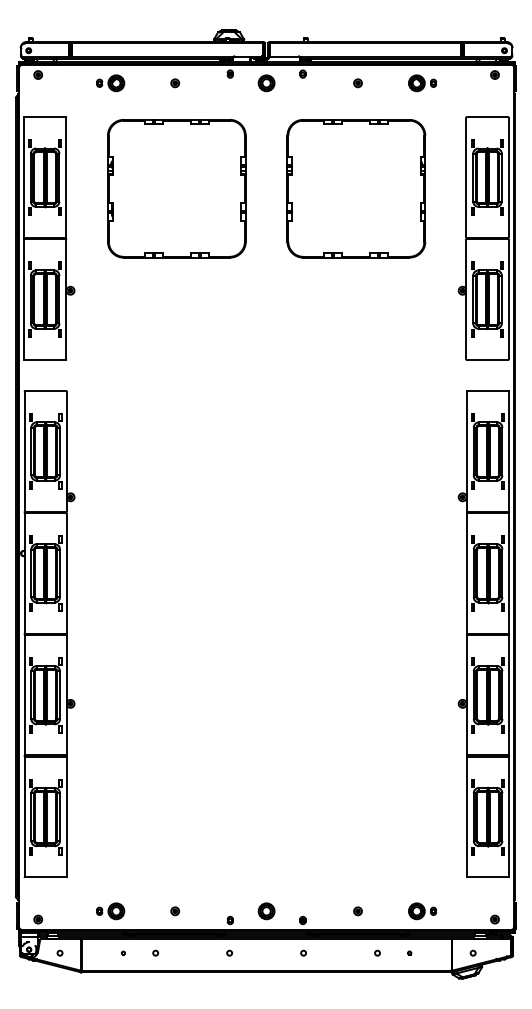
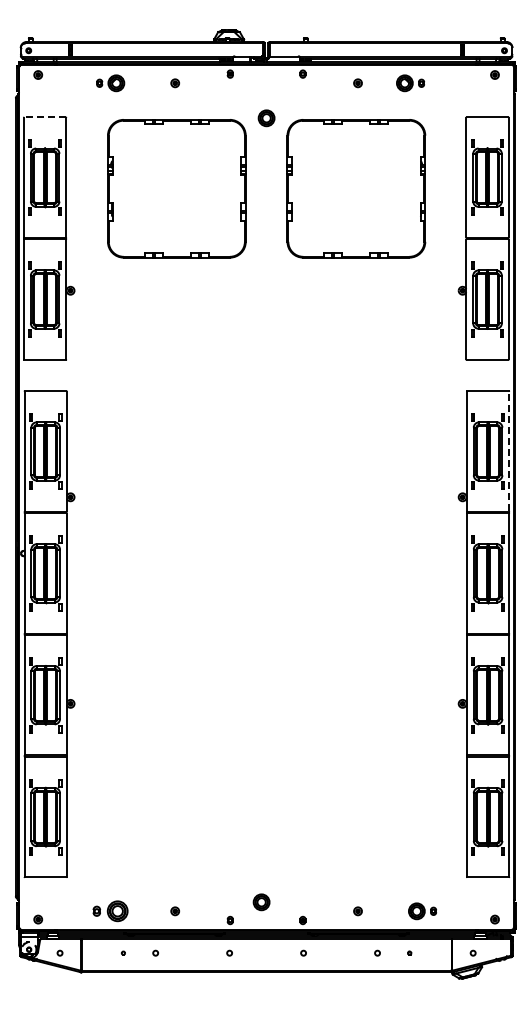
part at (266, 83) position: (266, 83) -> (266, 118)
part at (422, 83) position: (422, 83) -> (410, 83)
line at (45, 117): solid -> dashed
line at (509, 451): solid -> dashed
part at (110, 911) size: 30x19 px -> 37x23 px
part at (266, 911) position: (266, 911) -> (261, 902)
